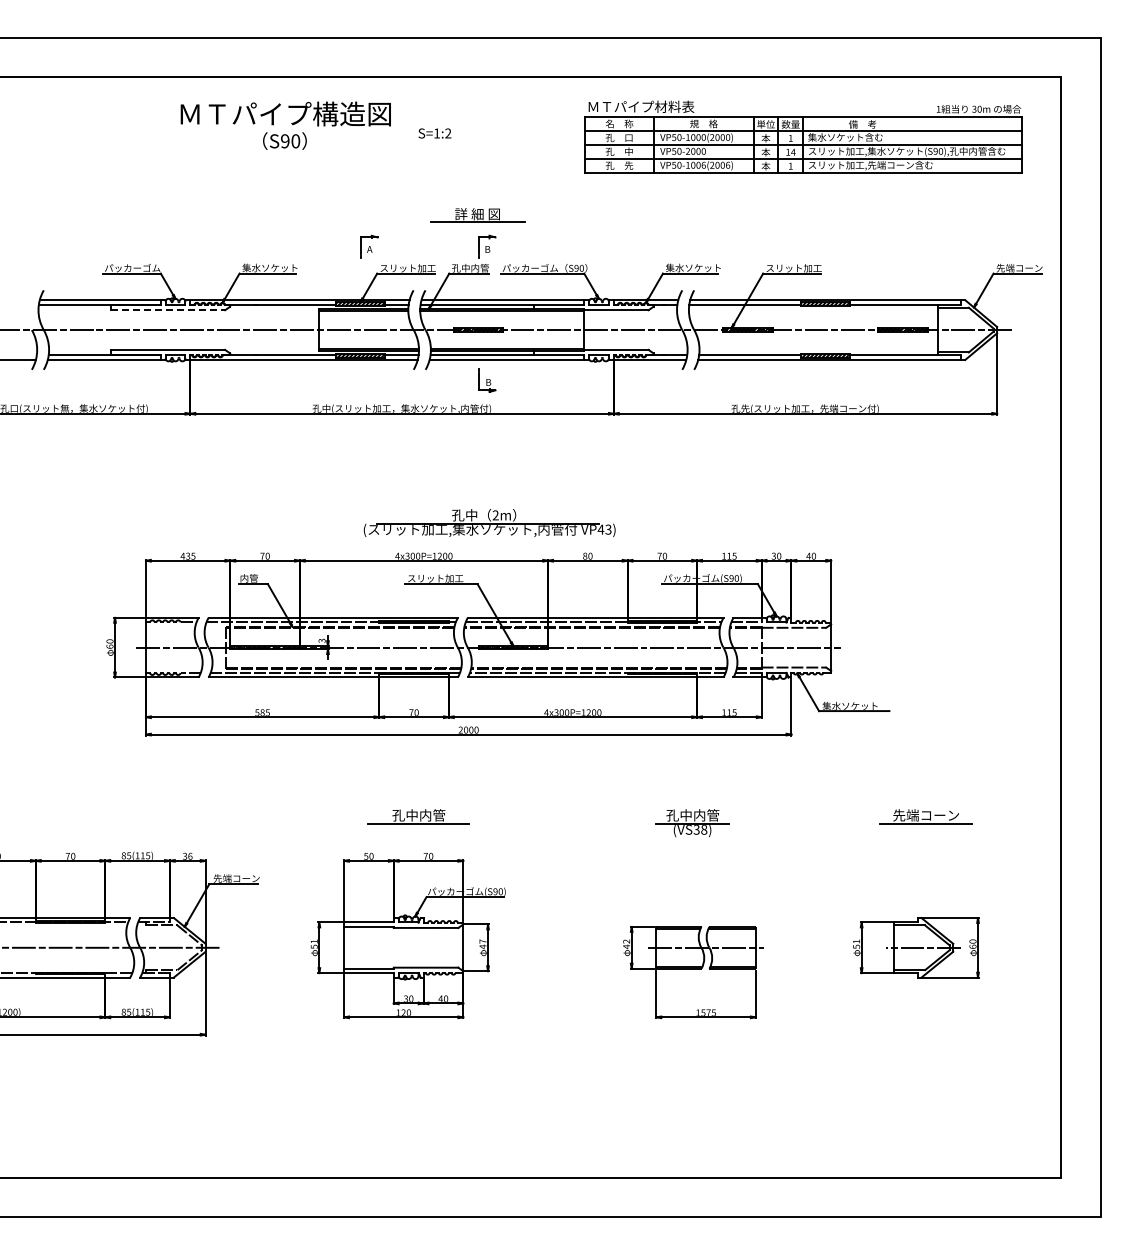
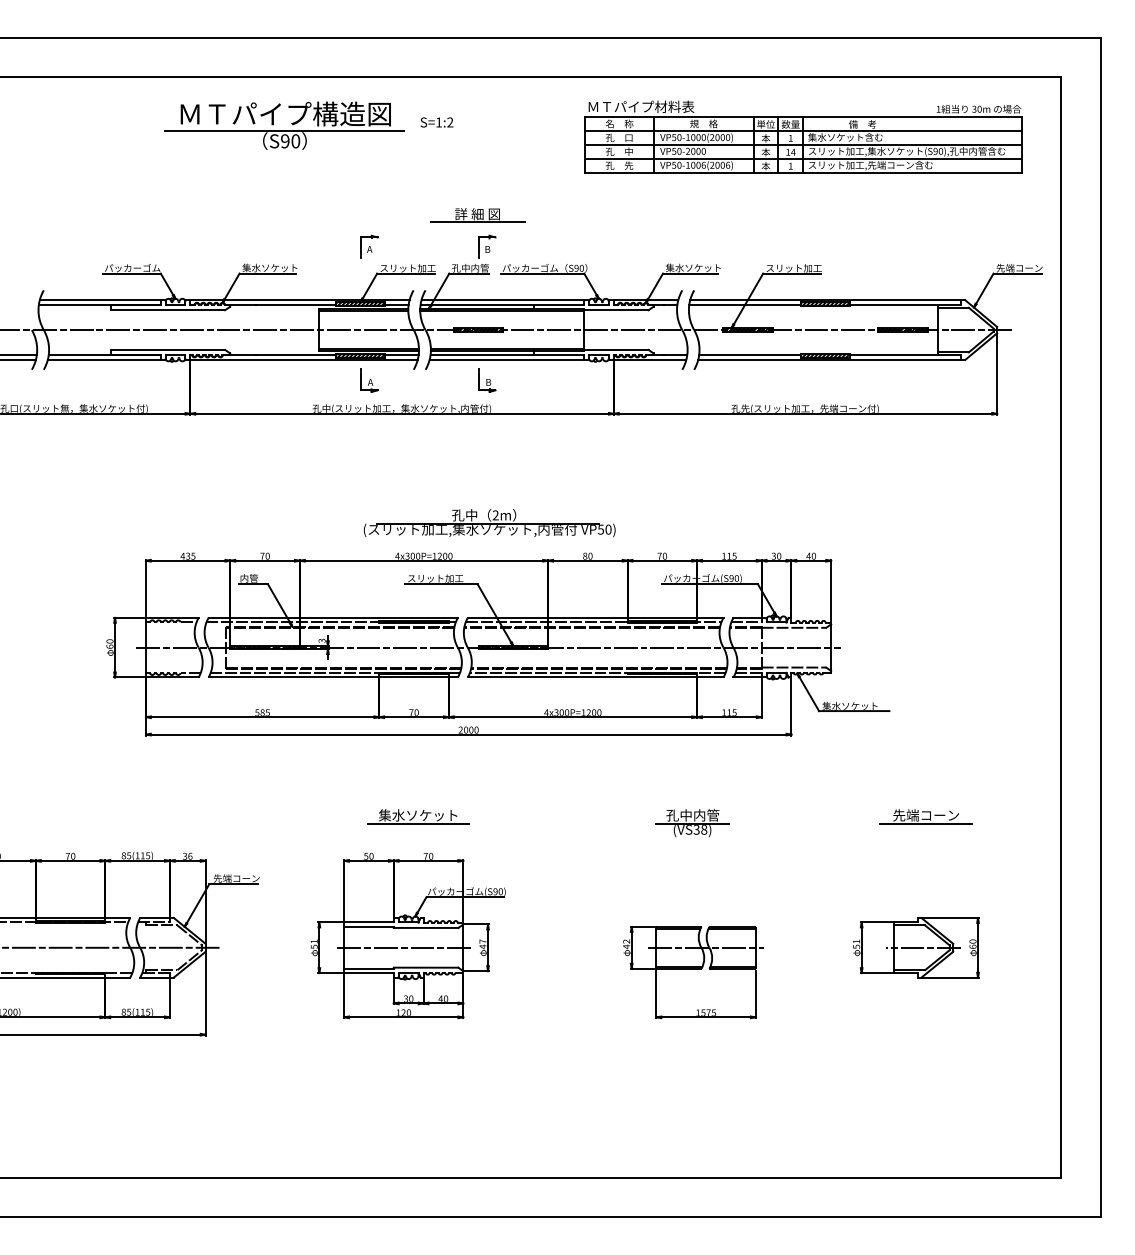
line at (284, 130): none -> present
text at (434, 133) position: (434, 133) -> (436, 122)
line at (168, 310): dashed -> solid
line at (19, 355): none -> present
part at (369, 380): none -> present
text at (604, 529): VP43) -> VP50)
text at (418, 815): 孔中内管 -> 集水ソケット
line at (403, 947): none -> present
